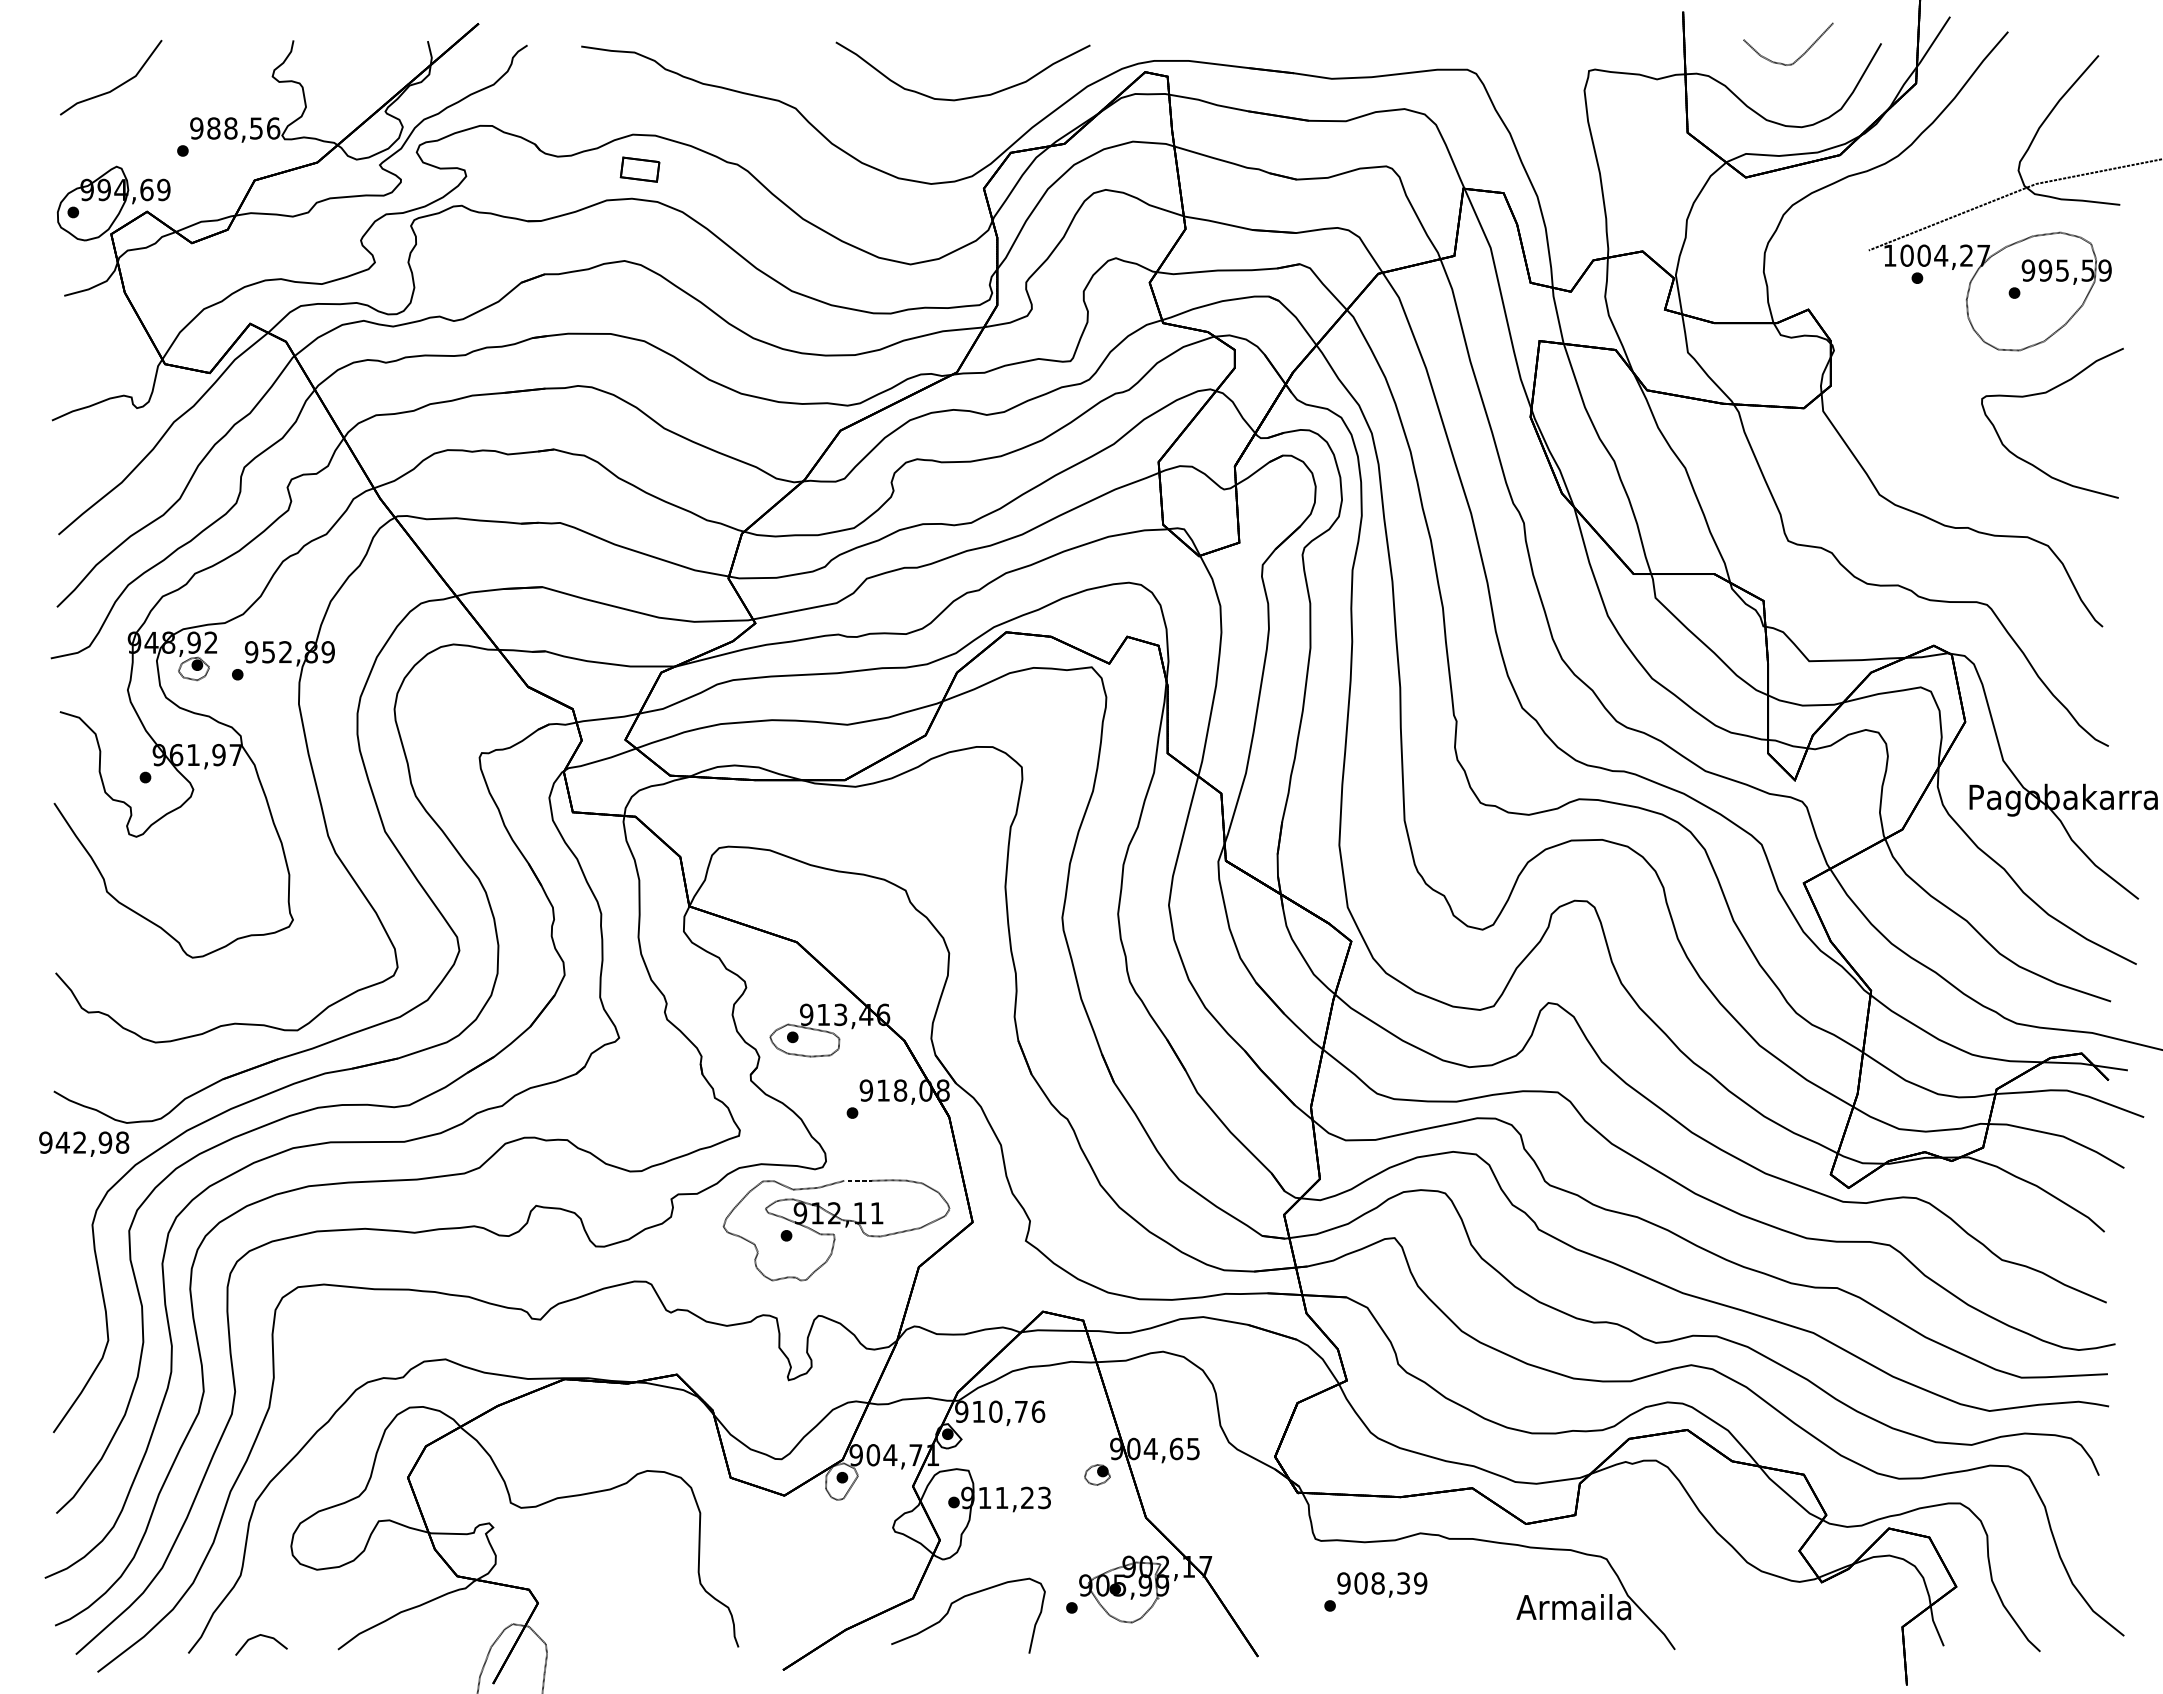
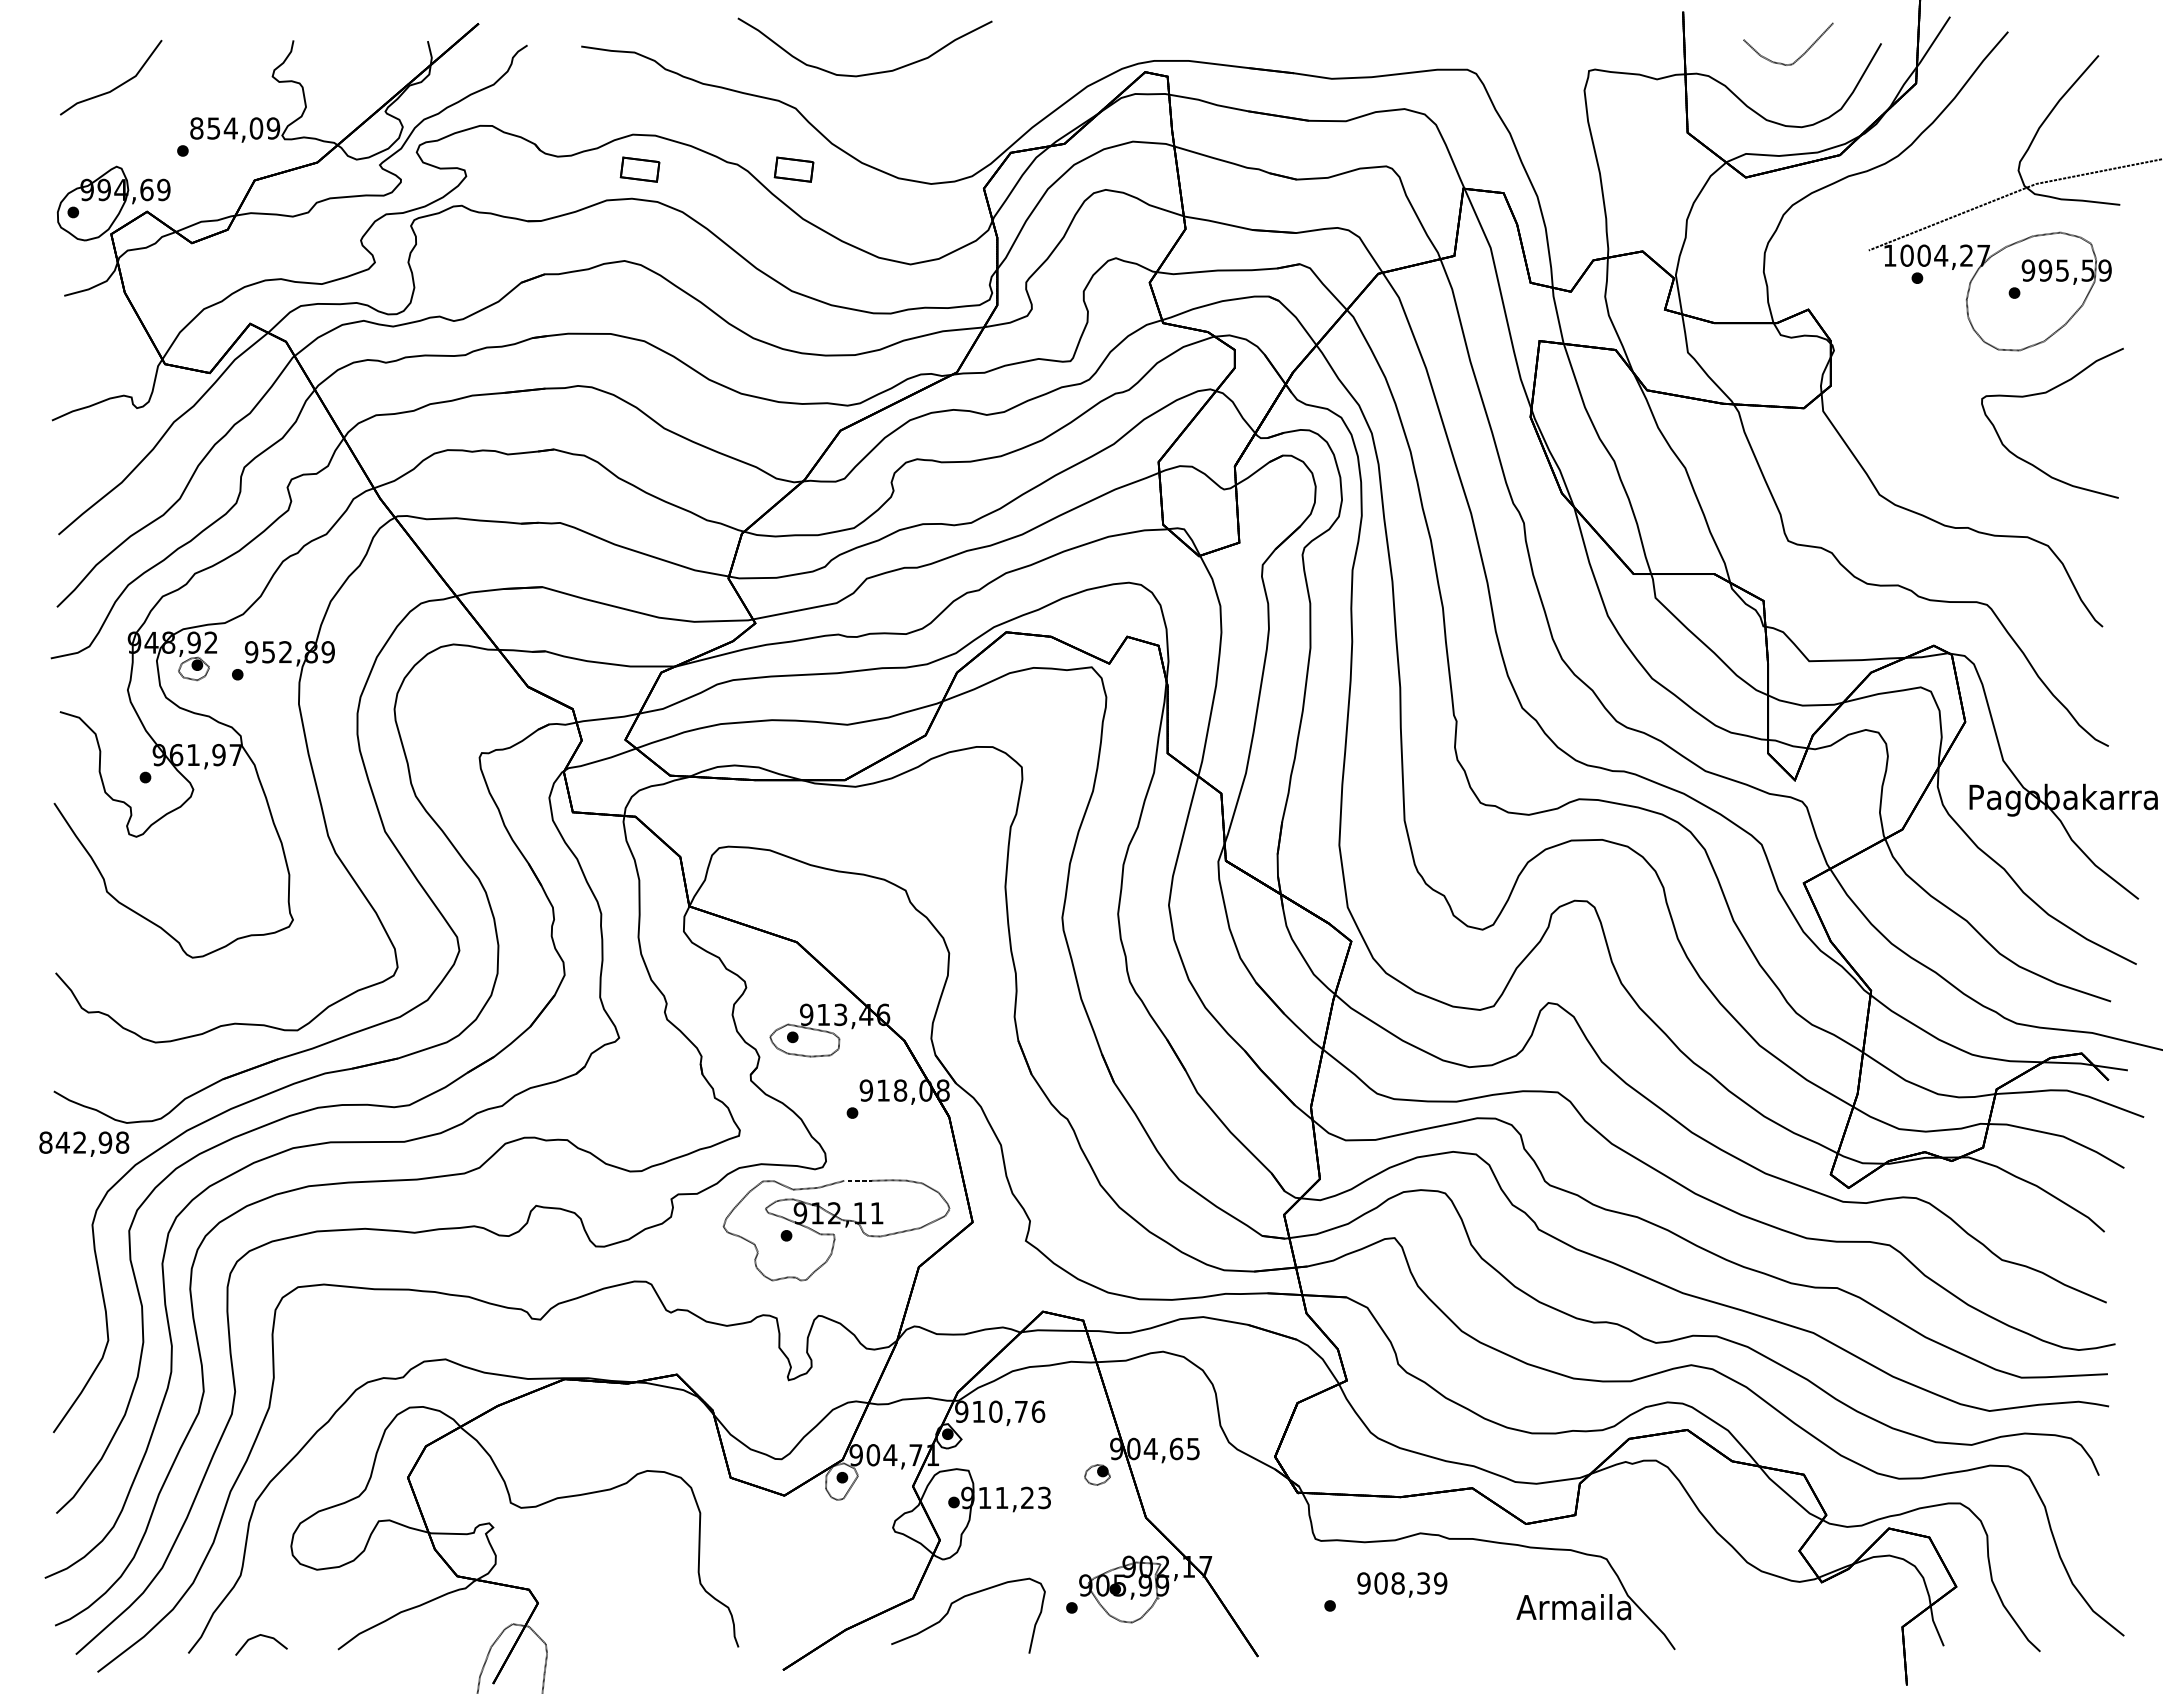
part at (964, 97) position: (964, 97) -> (866, 73)
text at (235, 128): 988,56 -> 854,09
part at (793, 169): none -> present
text at (45, 1142): 942,98 -> 842,98
text at (1382, 1584) position: (1382, 1584) -> (1402, 1584)
